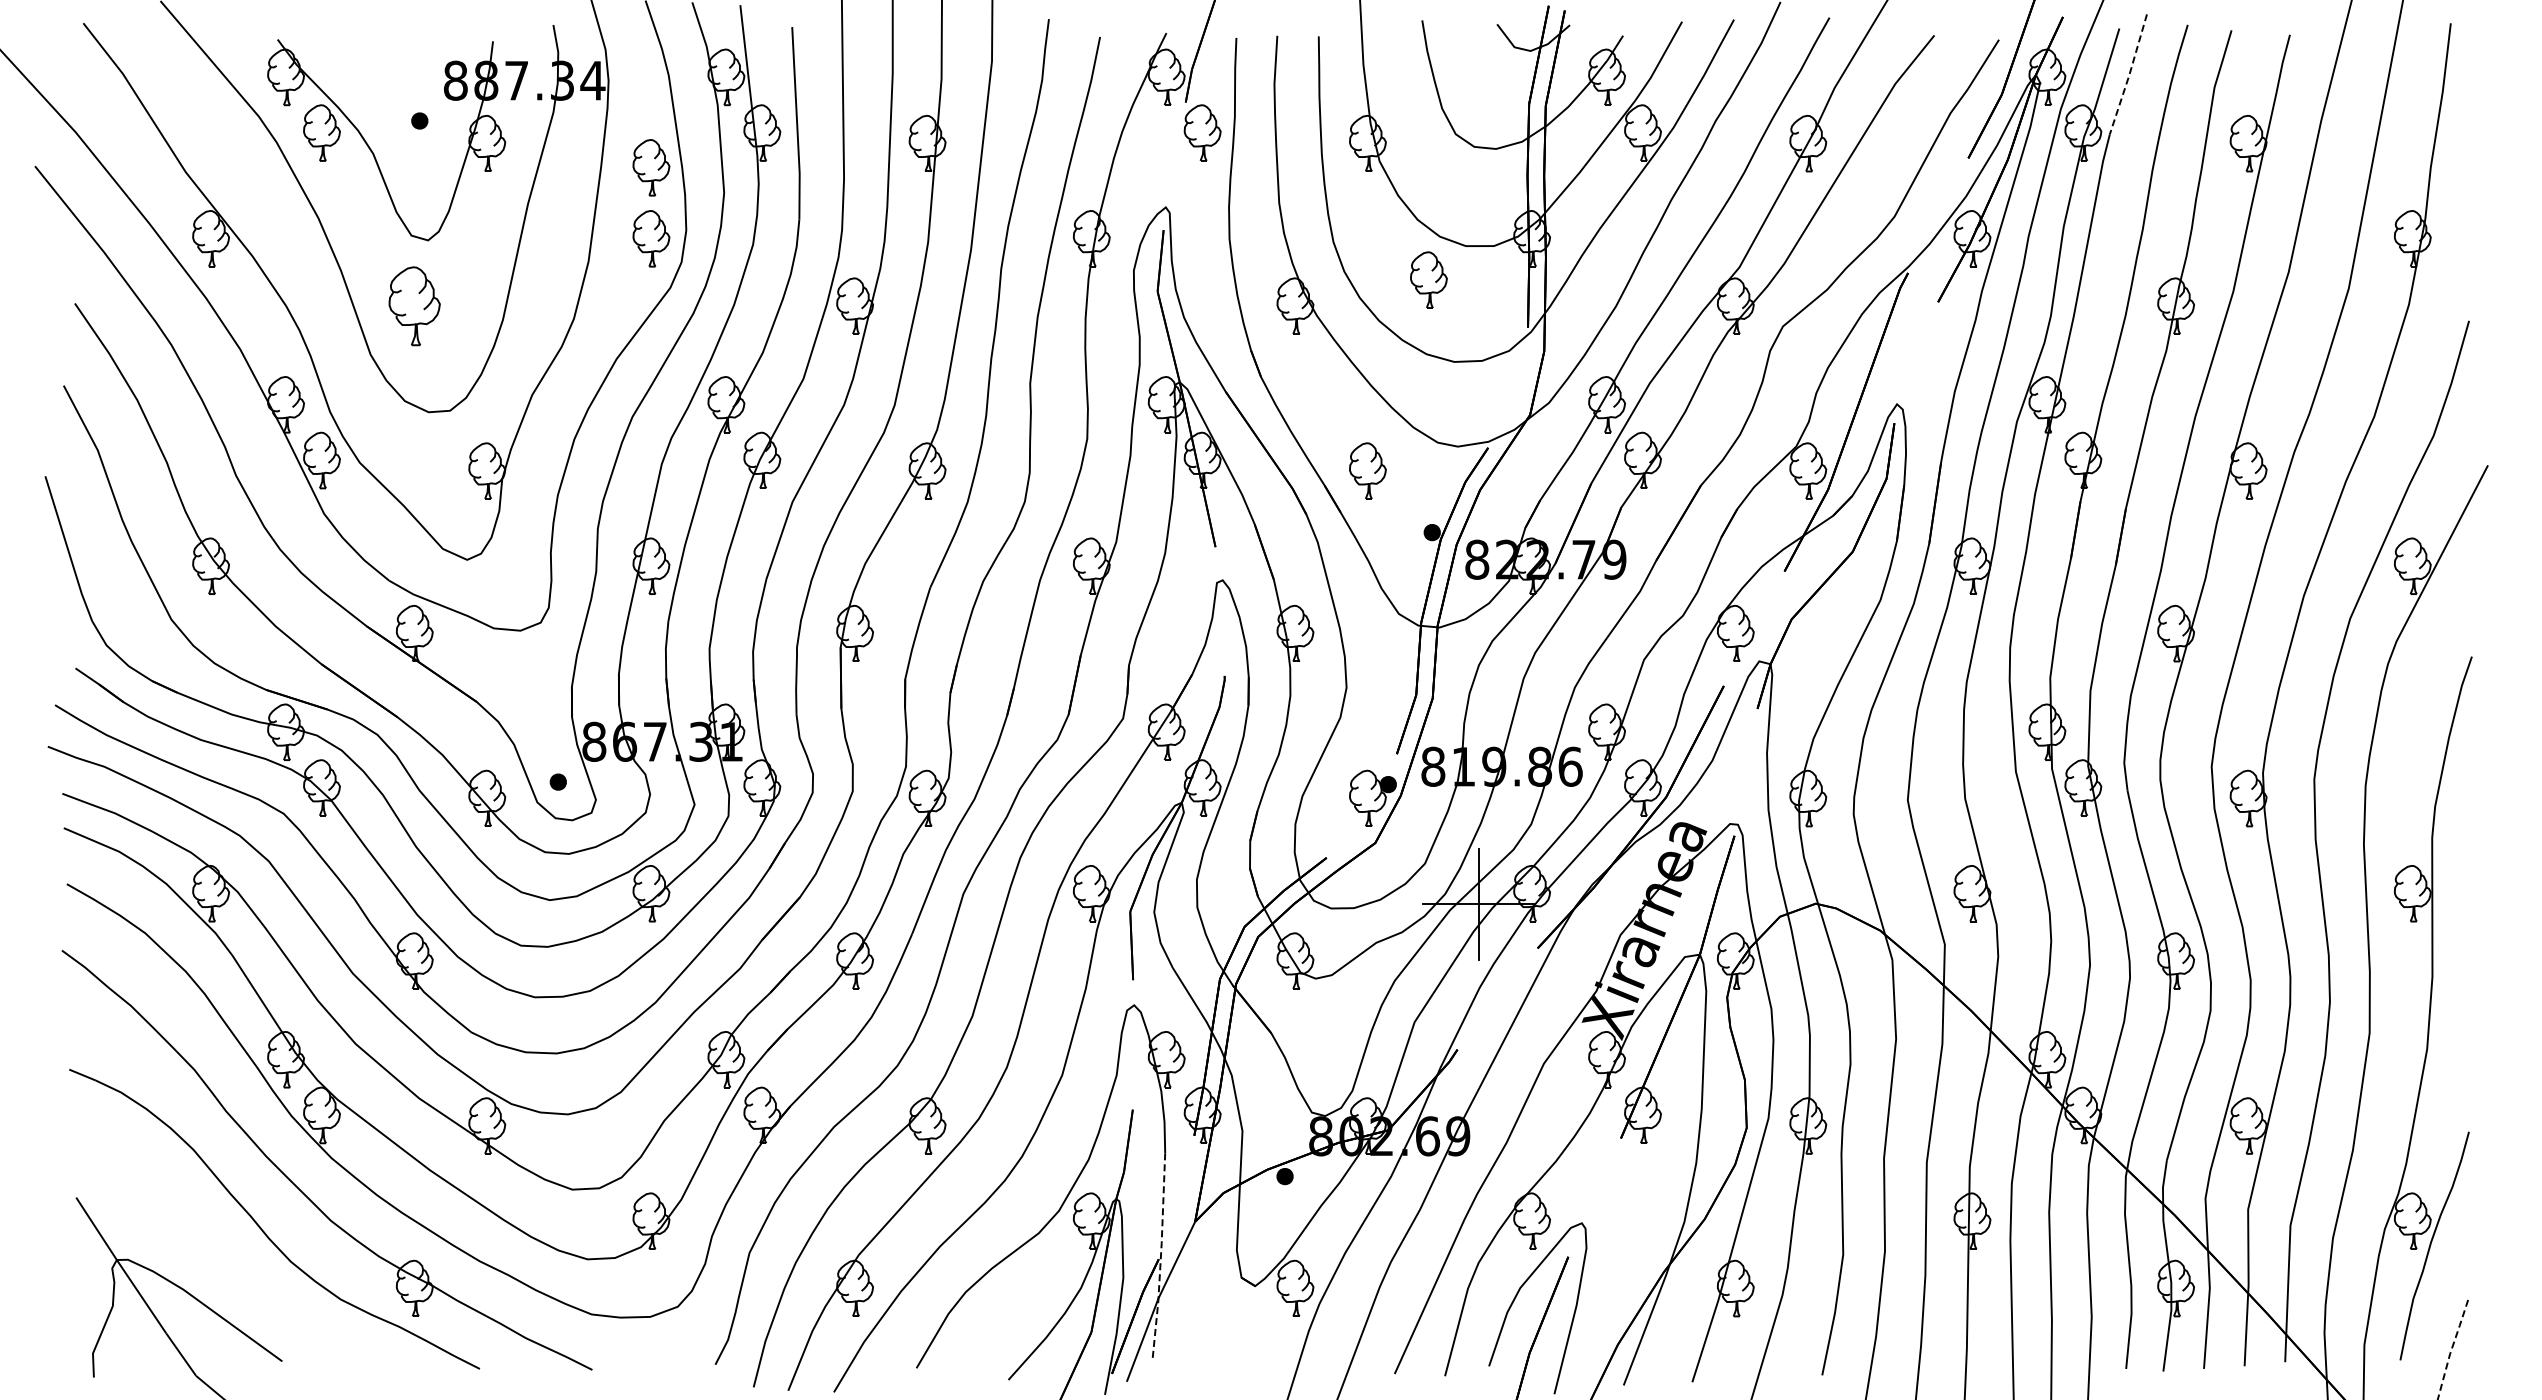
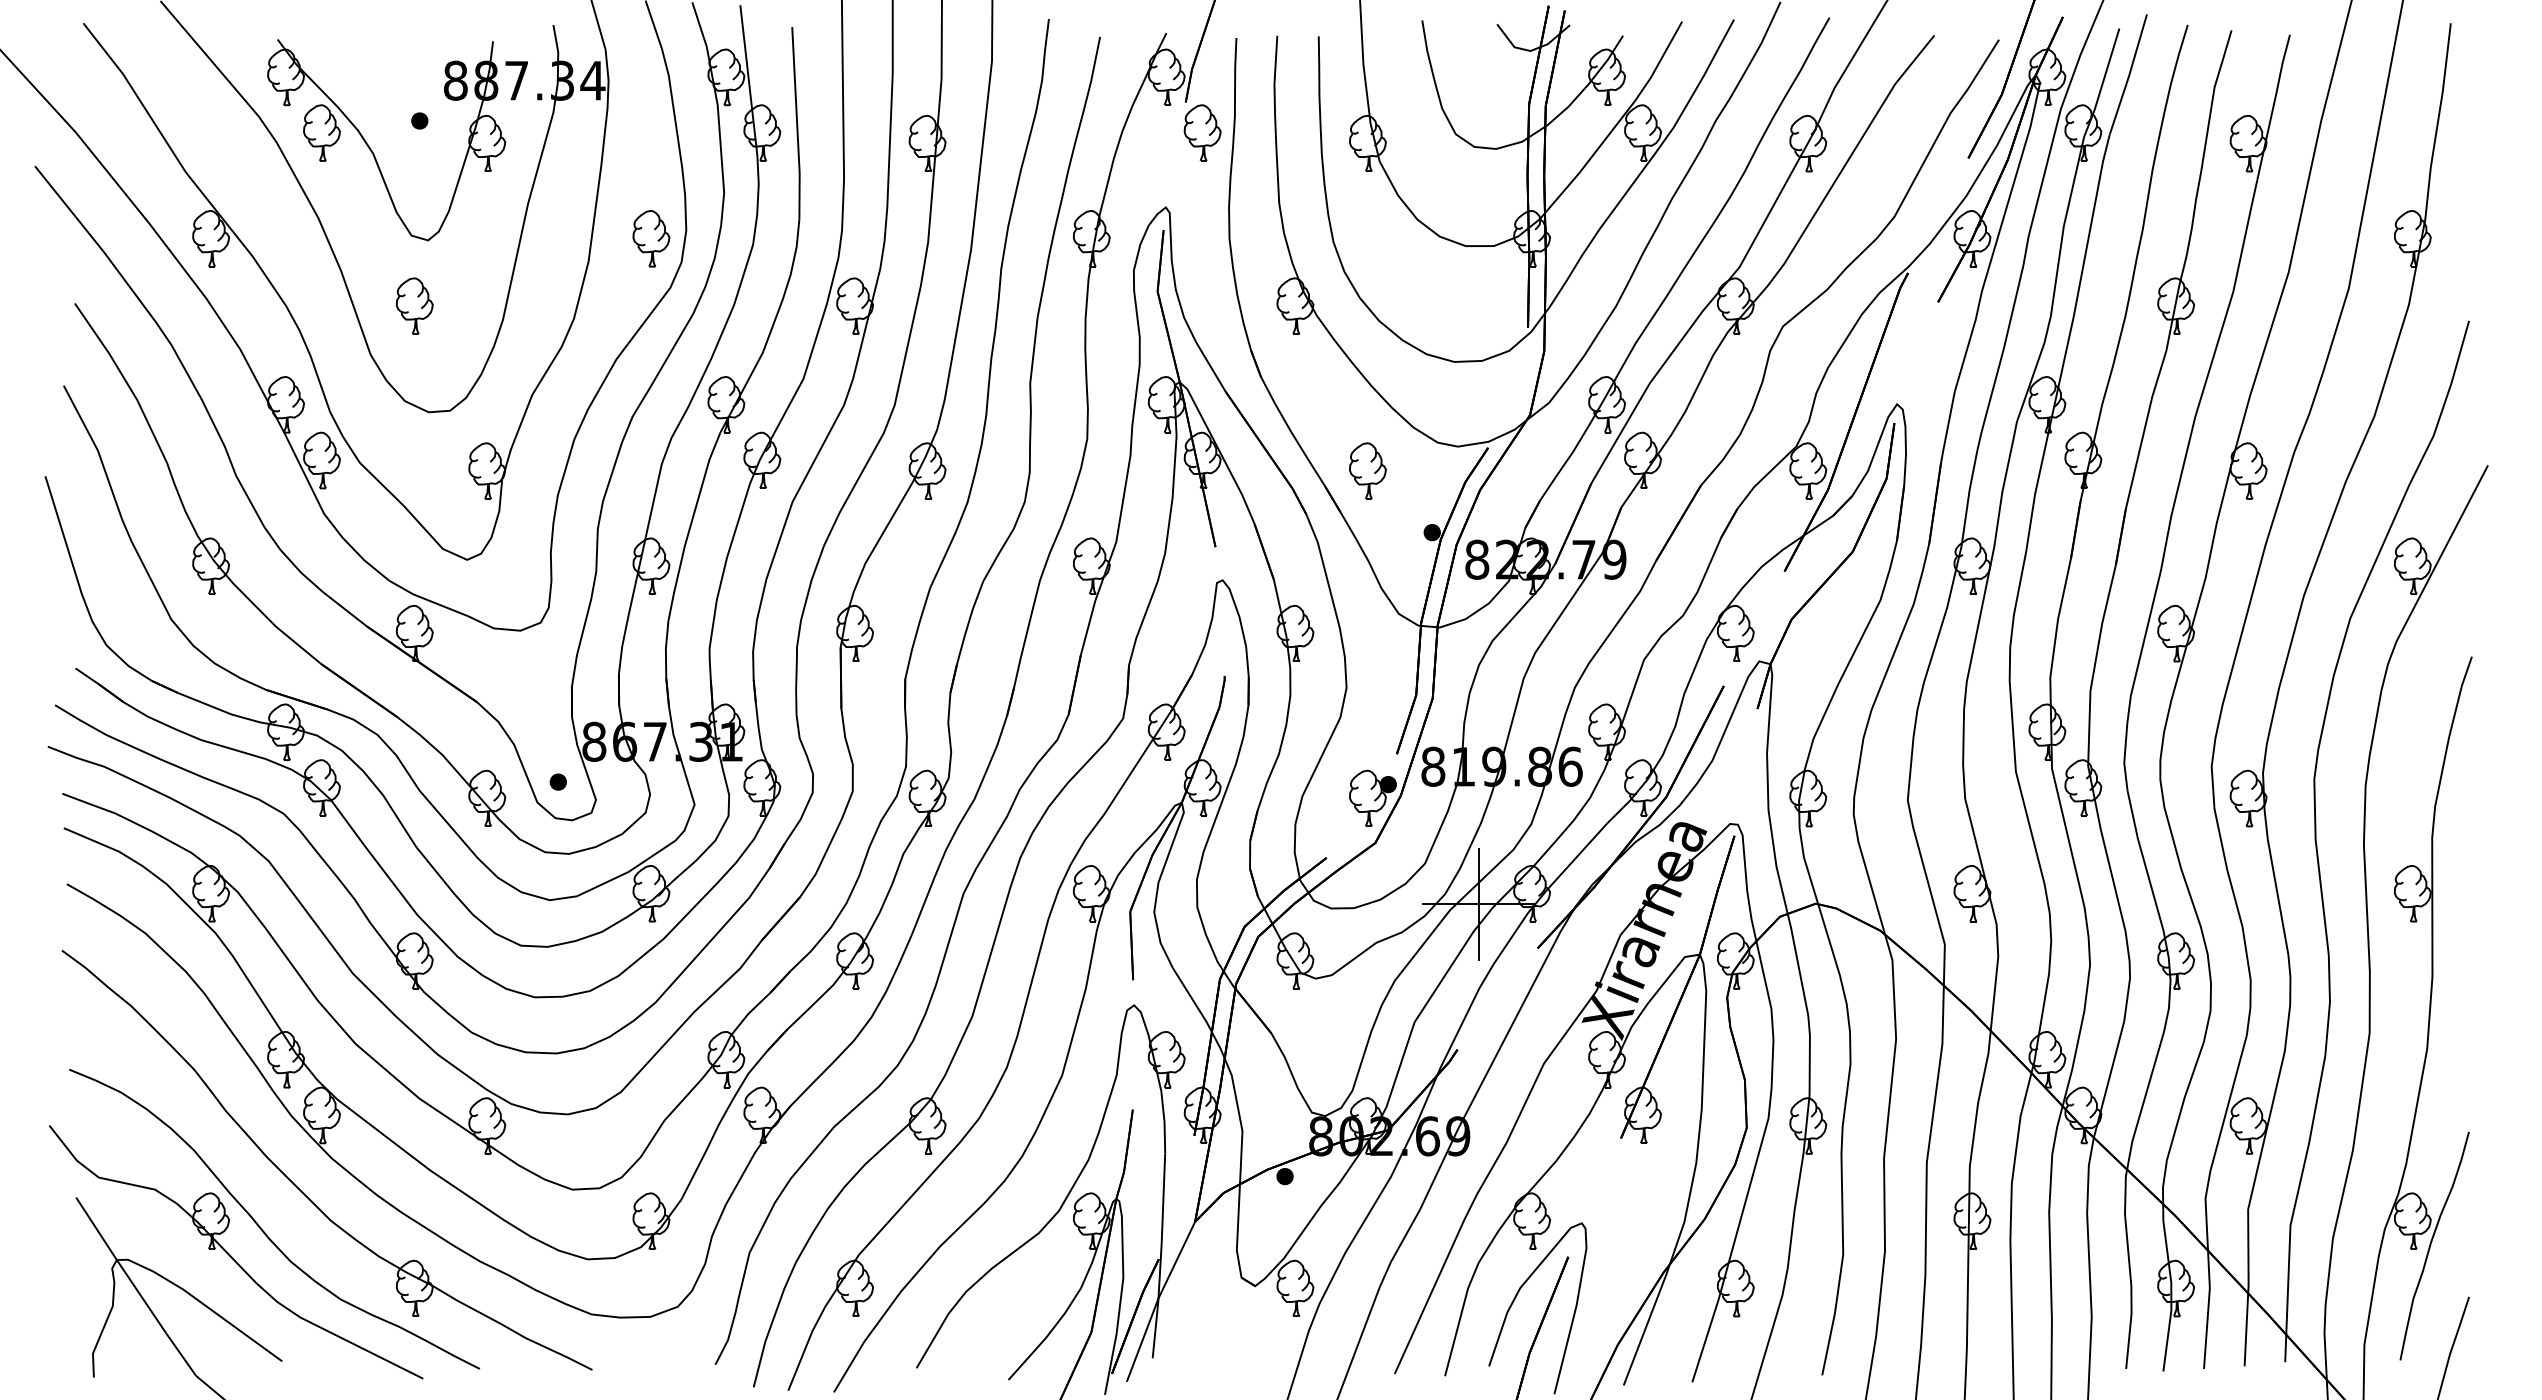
line at (2129, 75): dashed -> solid
part at (651, 167): present -> none
part at (1428, 279): present -> none
part at (414, 306) size: 53x81 px -> 38x58 px
part at (236, 1252): none -> present
line at (1160, 1256): dashed -> solid
line at (2452, 1347): dashed -> solid
